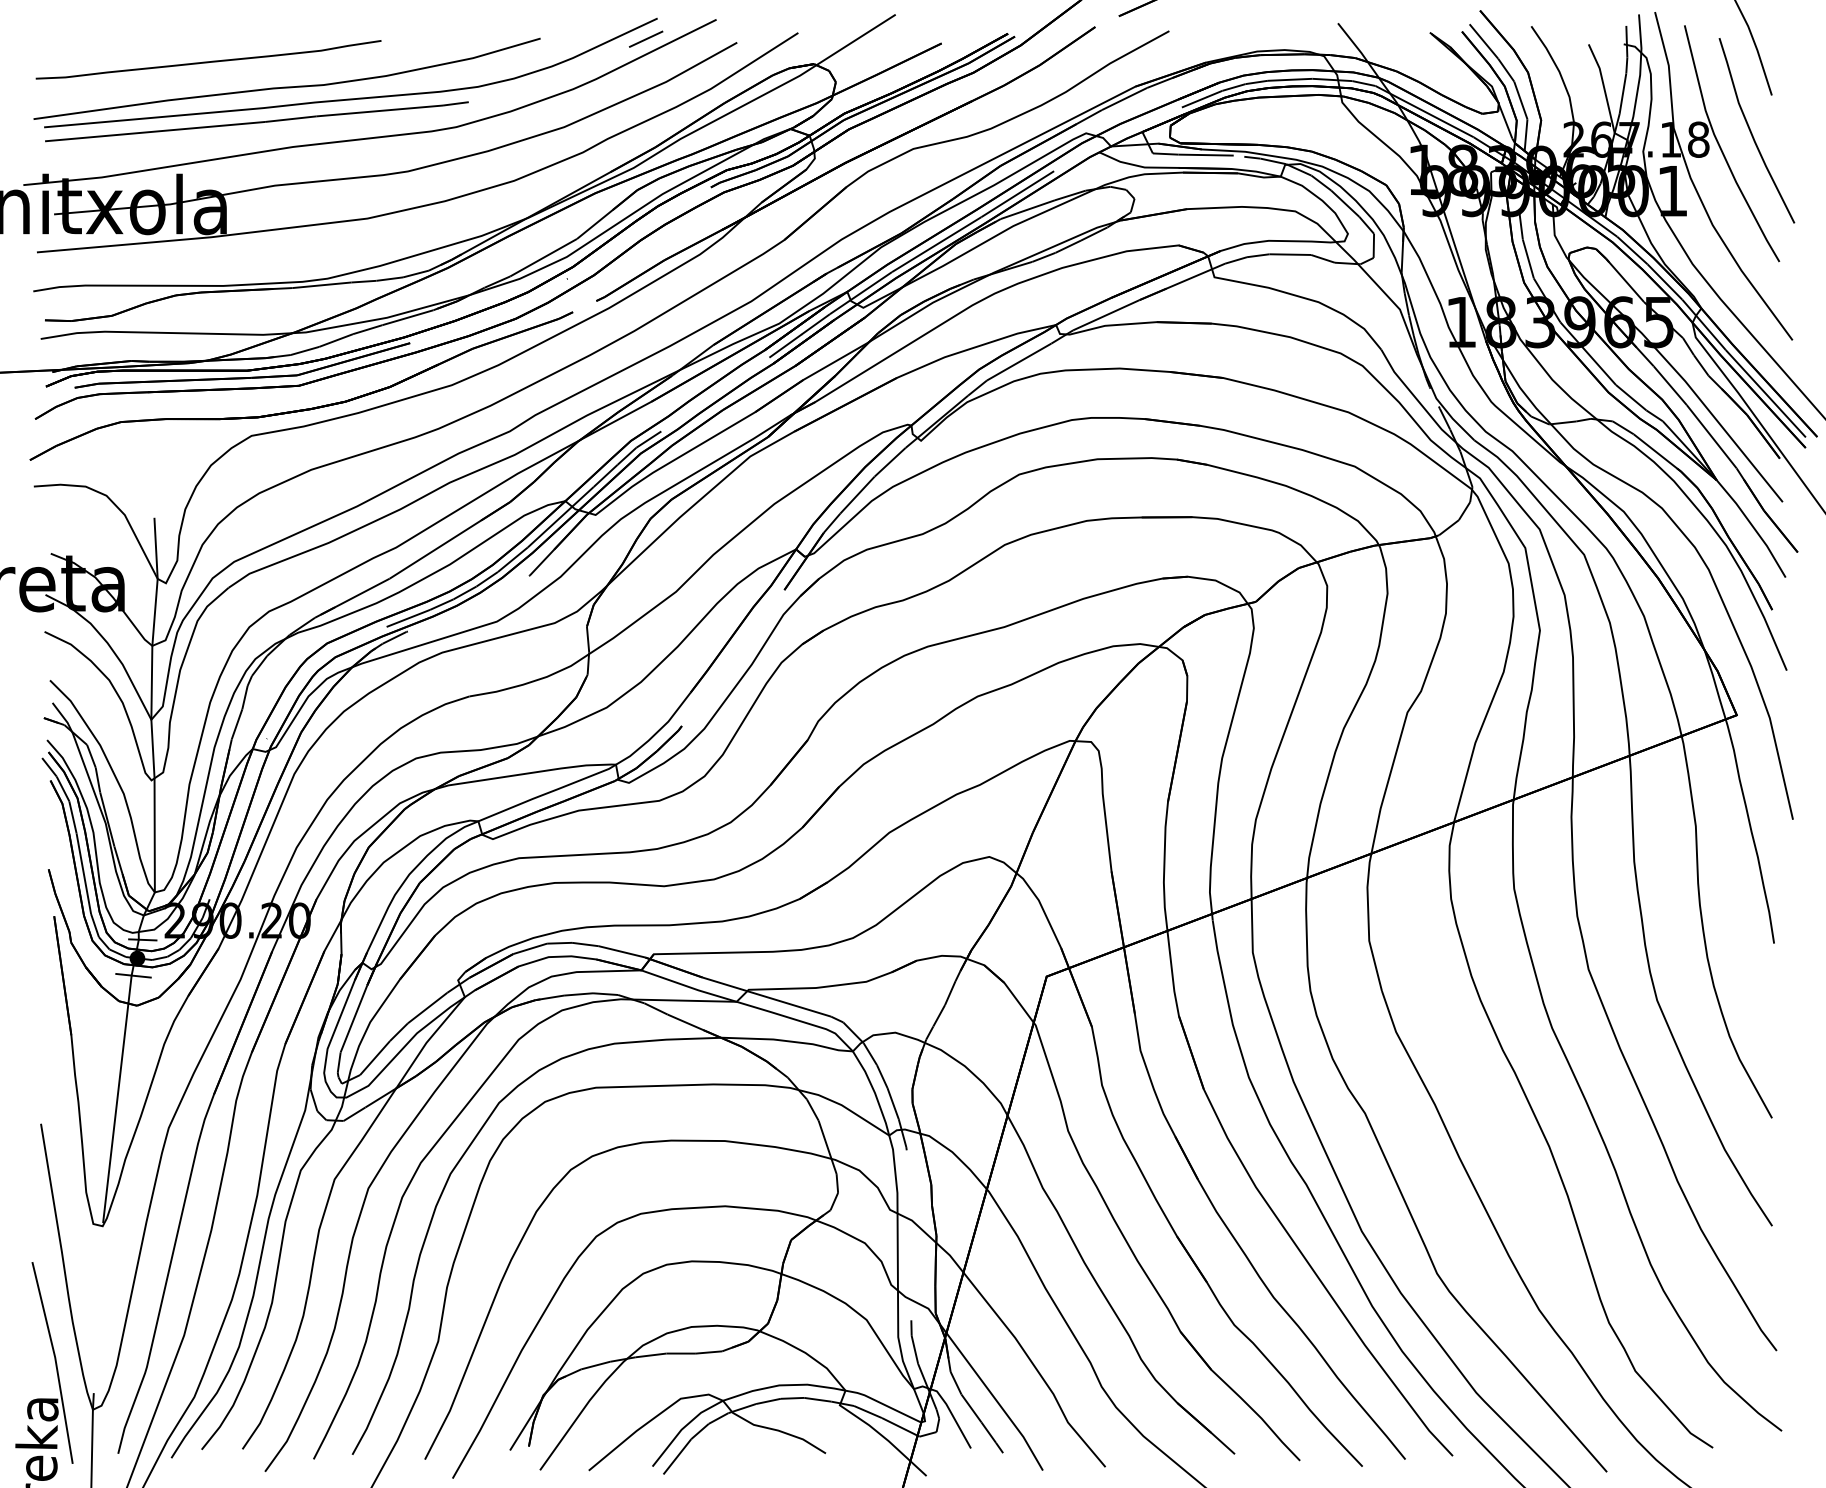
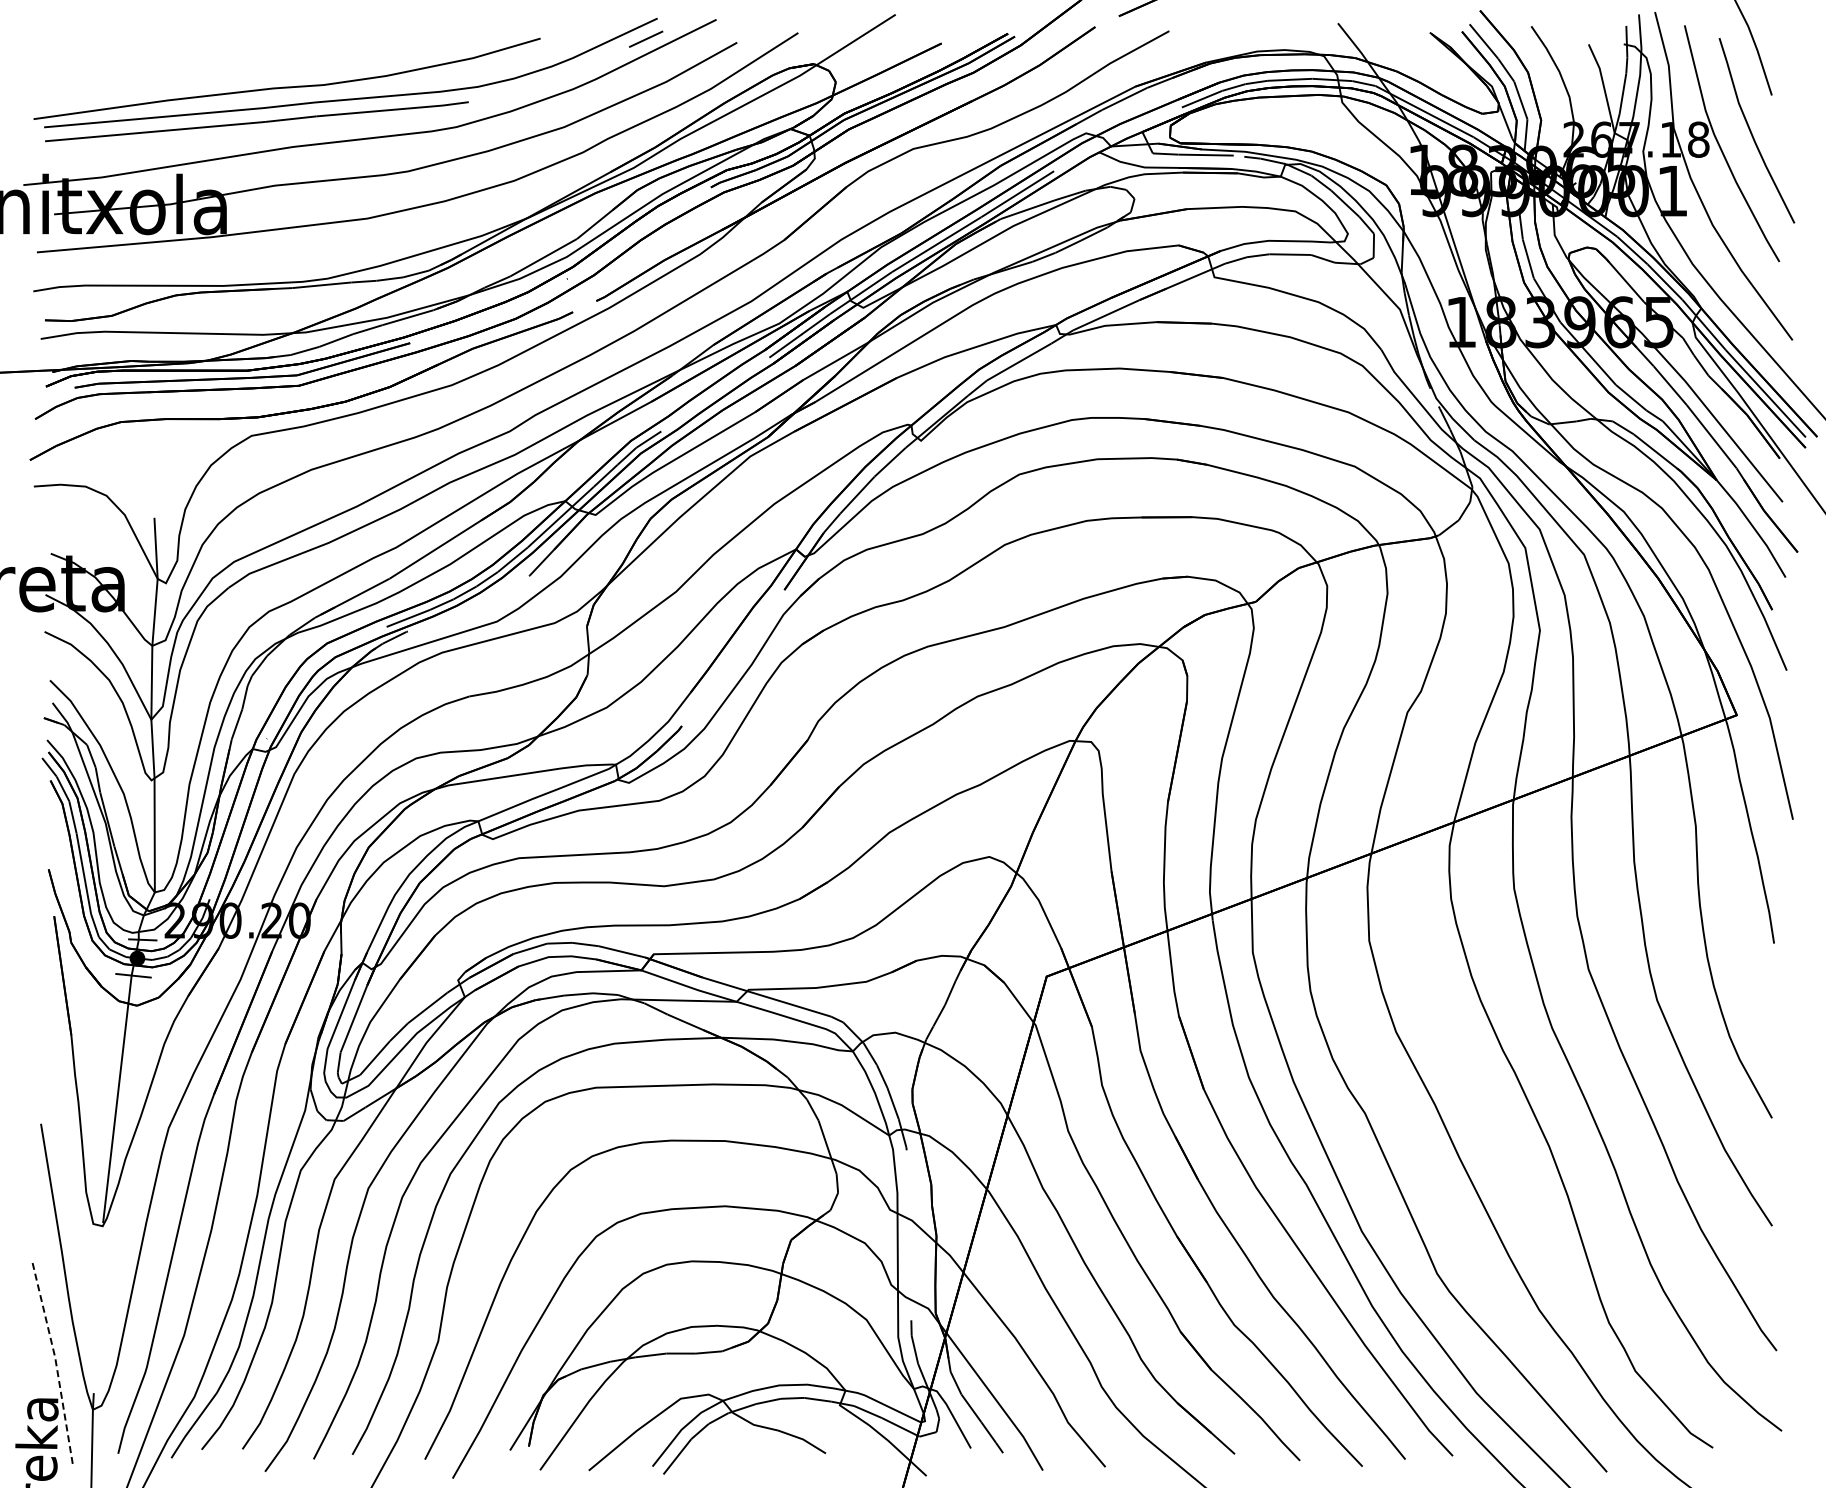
curve at (208, 61): present -> none
line at (55, 1361): solid -> dashed
